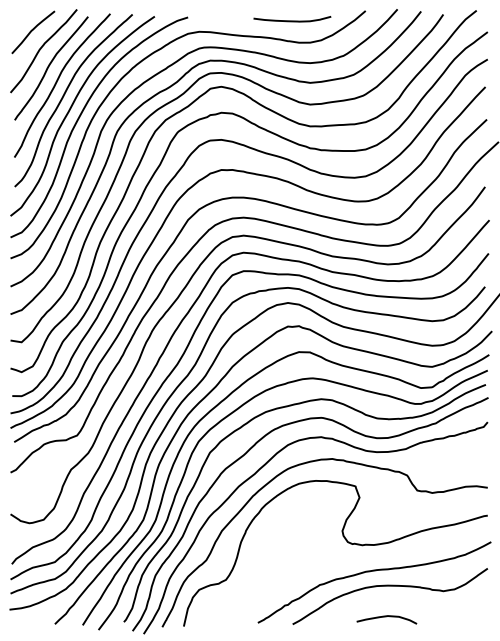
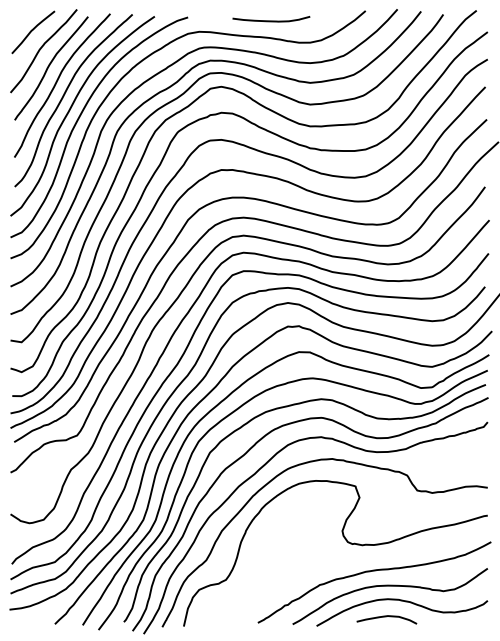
curve at (292, 20) position: (292, 20) -> (271, 20)
curve at (405, 602): none -> present
